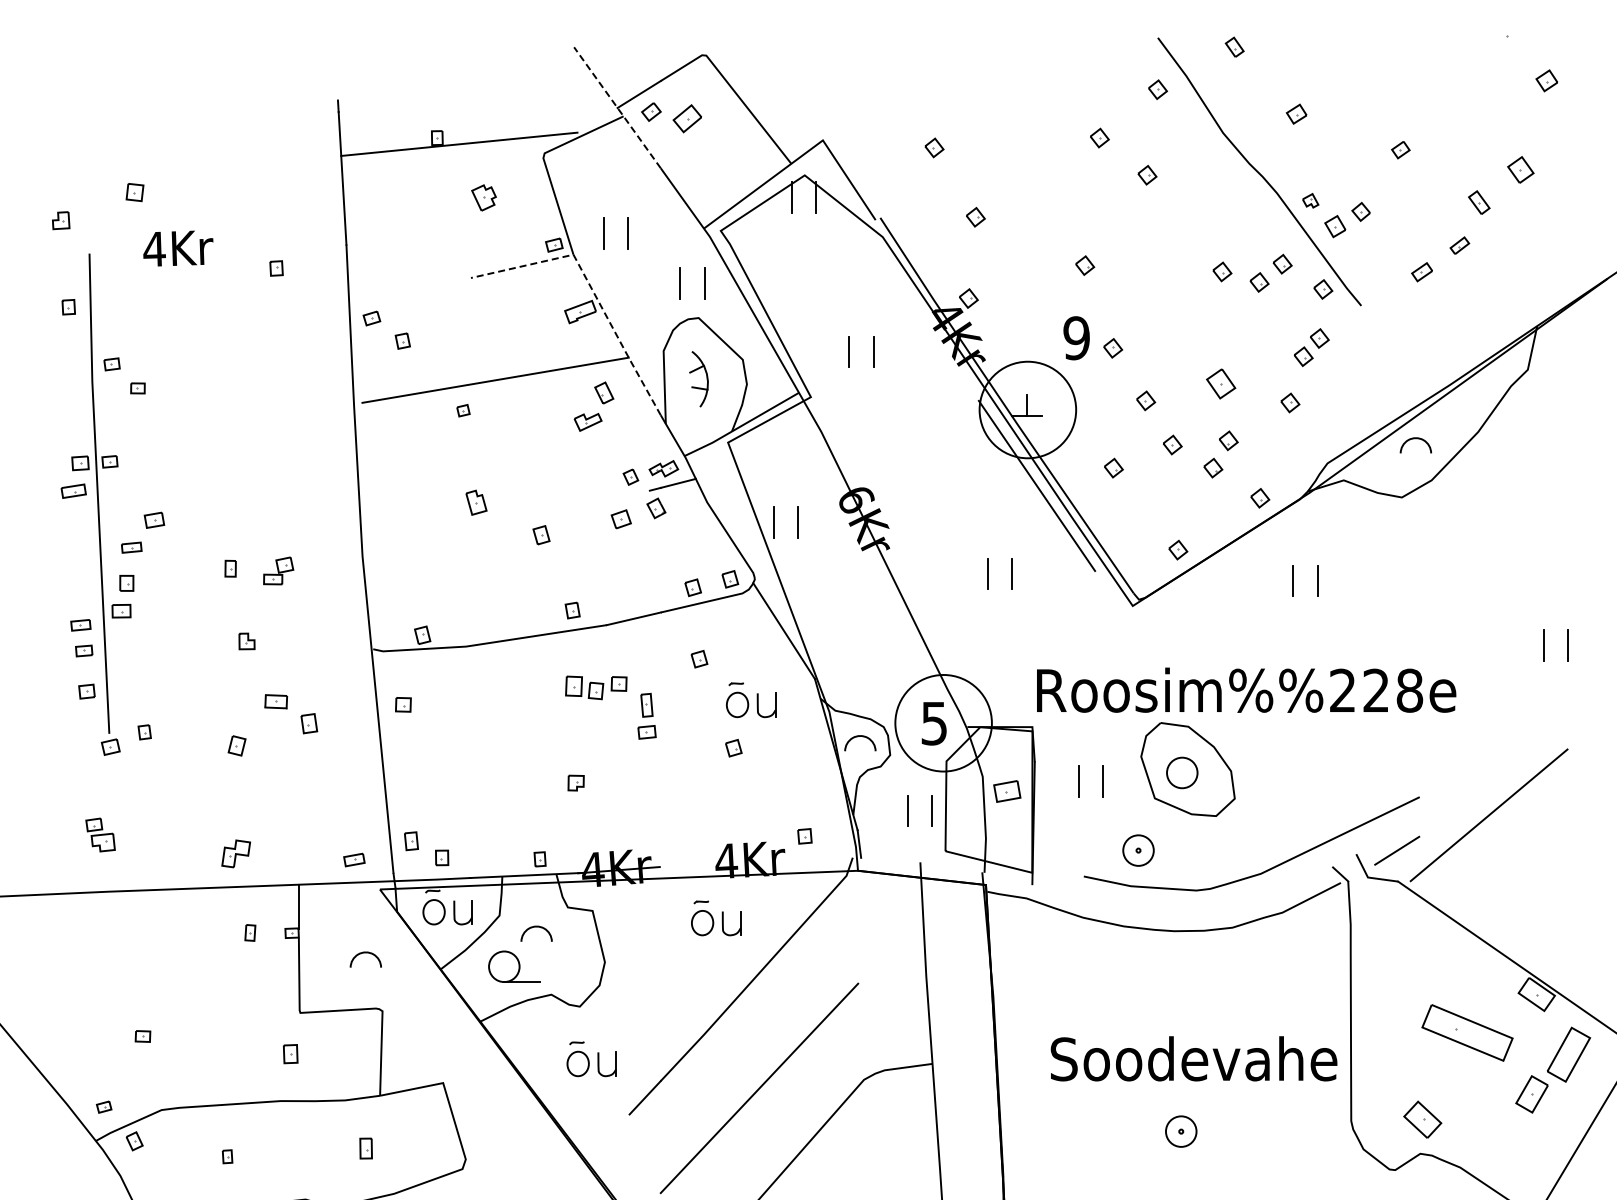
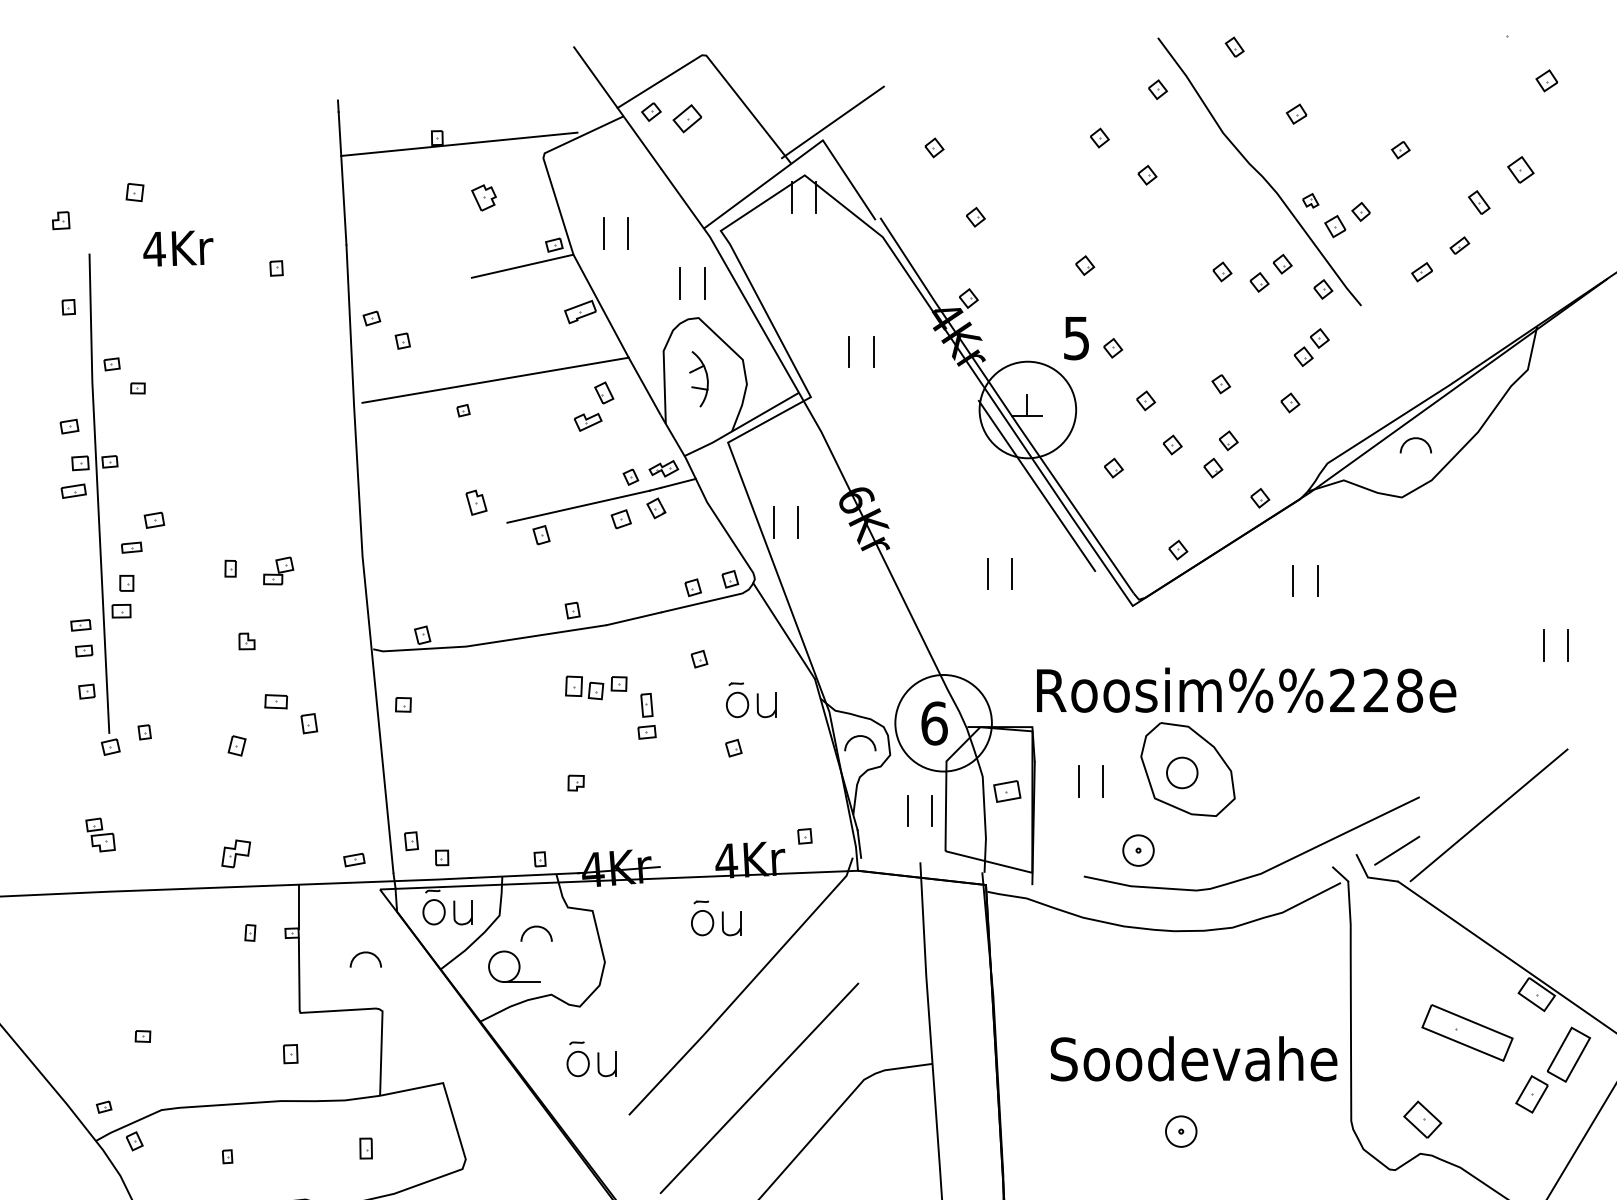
line at (617, 107): dashed -> solid
line at (832, 122): none -> present
line at (591, 288): dashed -> solid
text at (1076, 338): 9 -> 5
part at (1221, 383) size: 31x32 px -> 21x21 px
part at (69, 426): none -> present
line at (578, 506): none -> present
text at (934, 723): 5 -> 6
